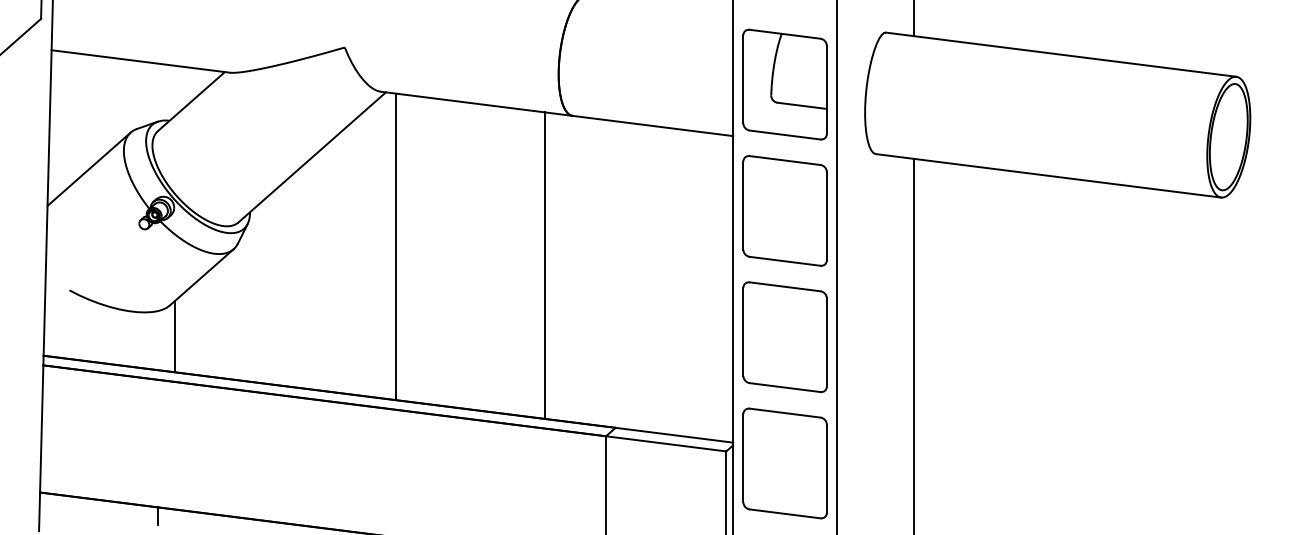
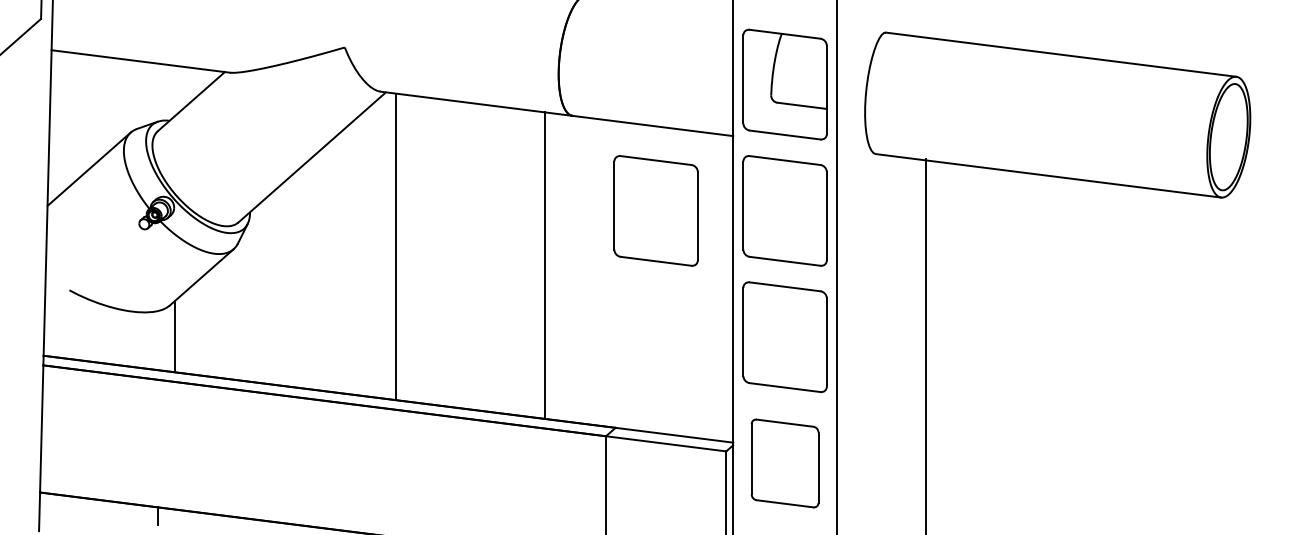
line at (914, 19): present -> none
part at (655, 210): none -> present
line at (914, 344) position: (914, 344) -> (926, 344)
part at (784, 463) size: 86x113 px -> 70x91 px
